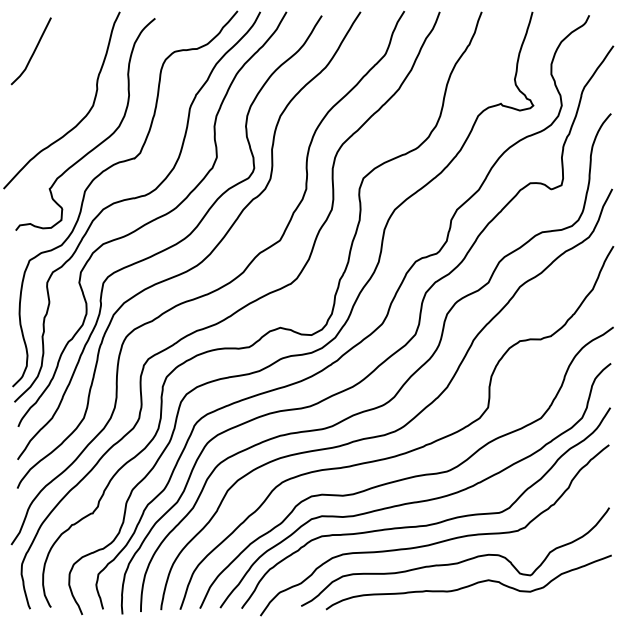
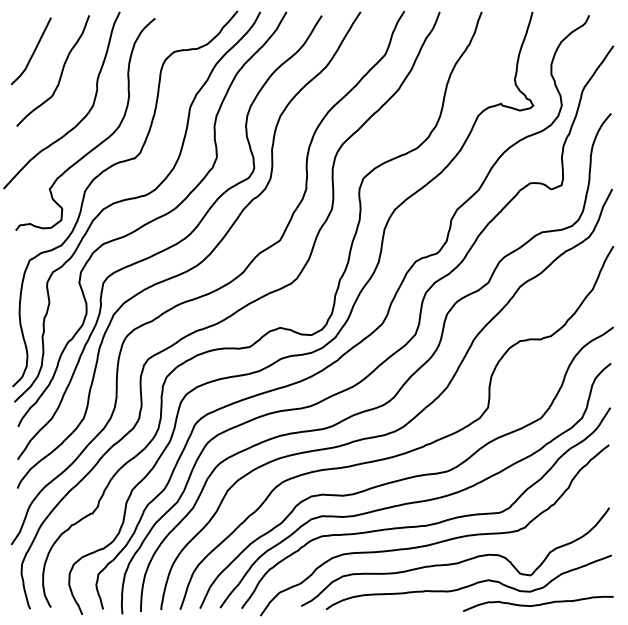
curve at (60, 73): none -> present
curve at (538, 604): none -> present
